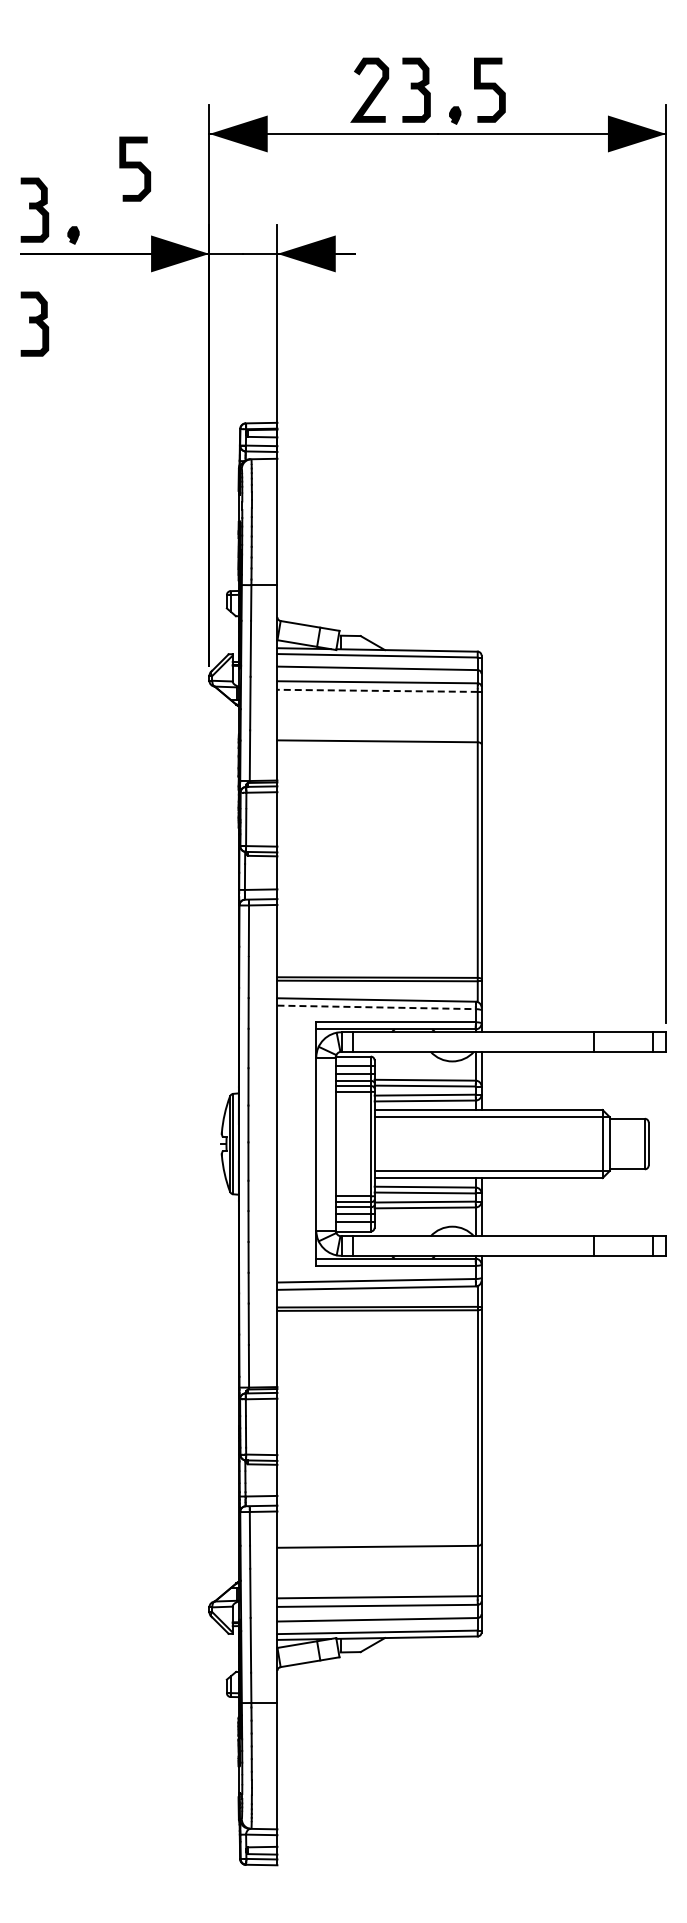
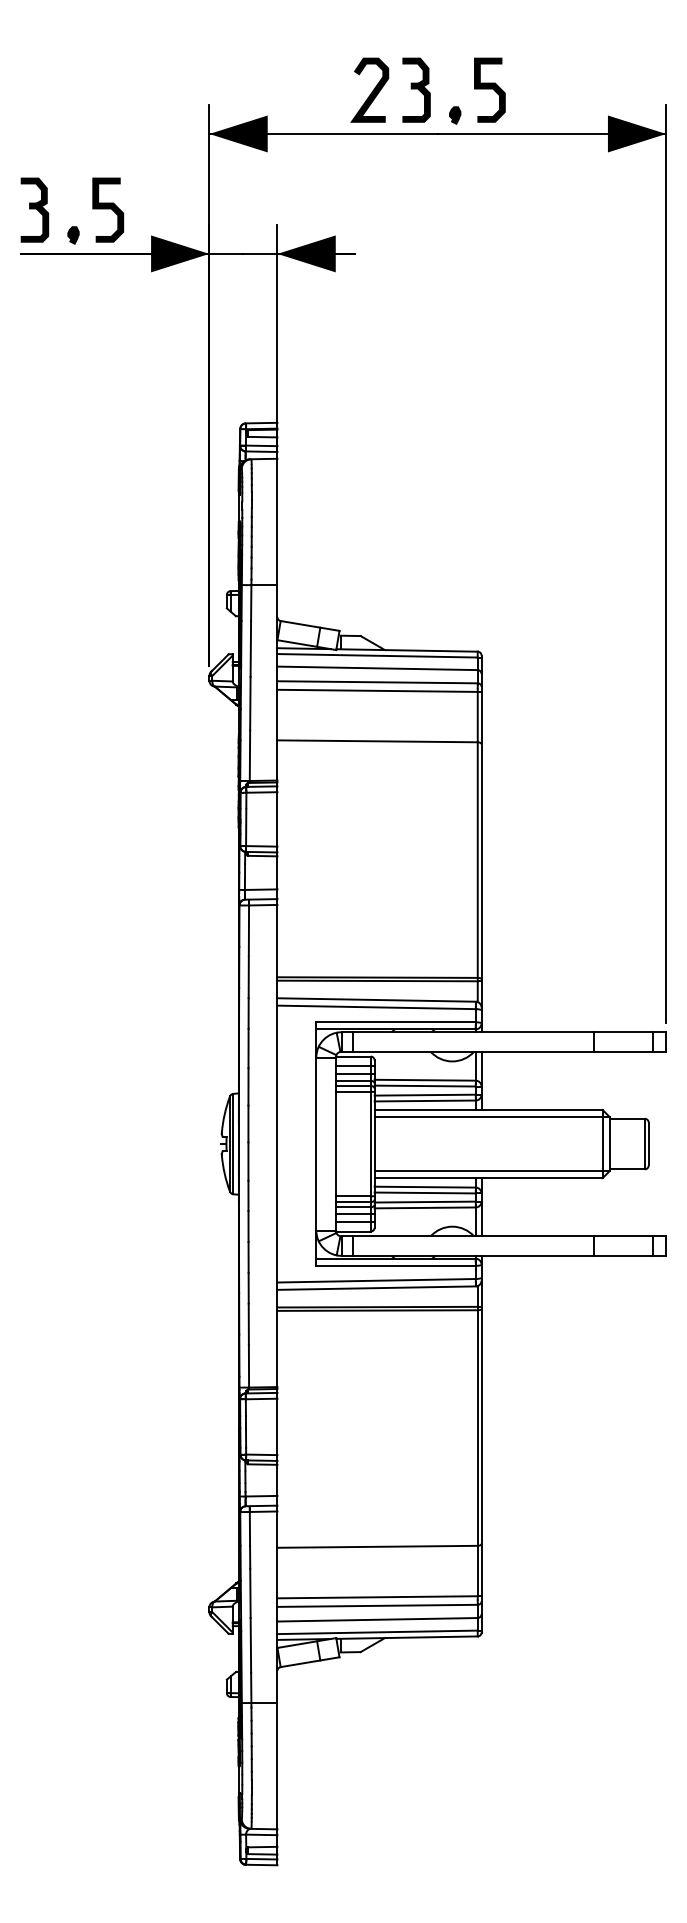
curve at (135, 168) position: (135, 168) -> (108, 209)
part at (34, 323): present -> none
line at (377, 690): dashed -> solid
line at (376, 1007): dashed -> solid
